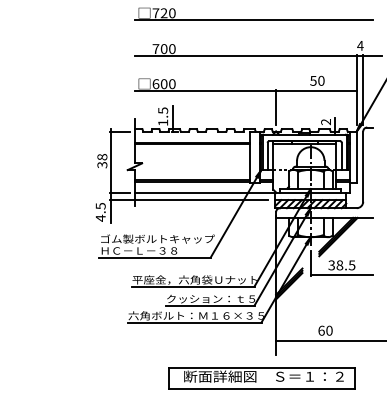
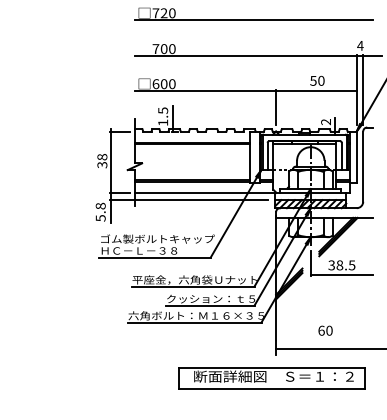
text at (100, 211): 4.5 -> 5.8
line at (329, 340) position: (329, 340) -> (329, 348)
part at (261, 378) position: (261, 378) -> (271, 378)
